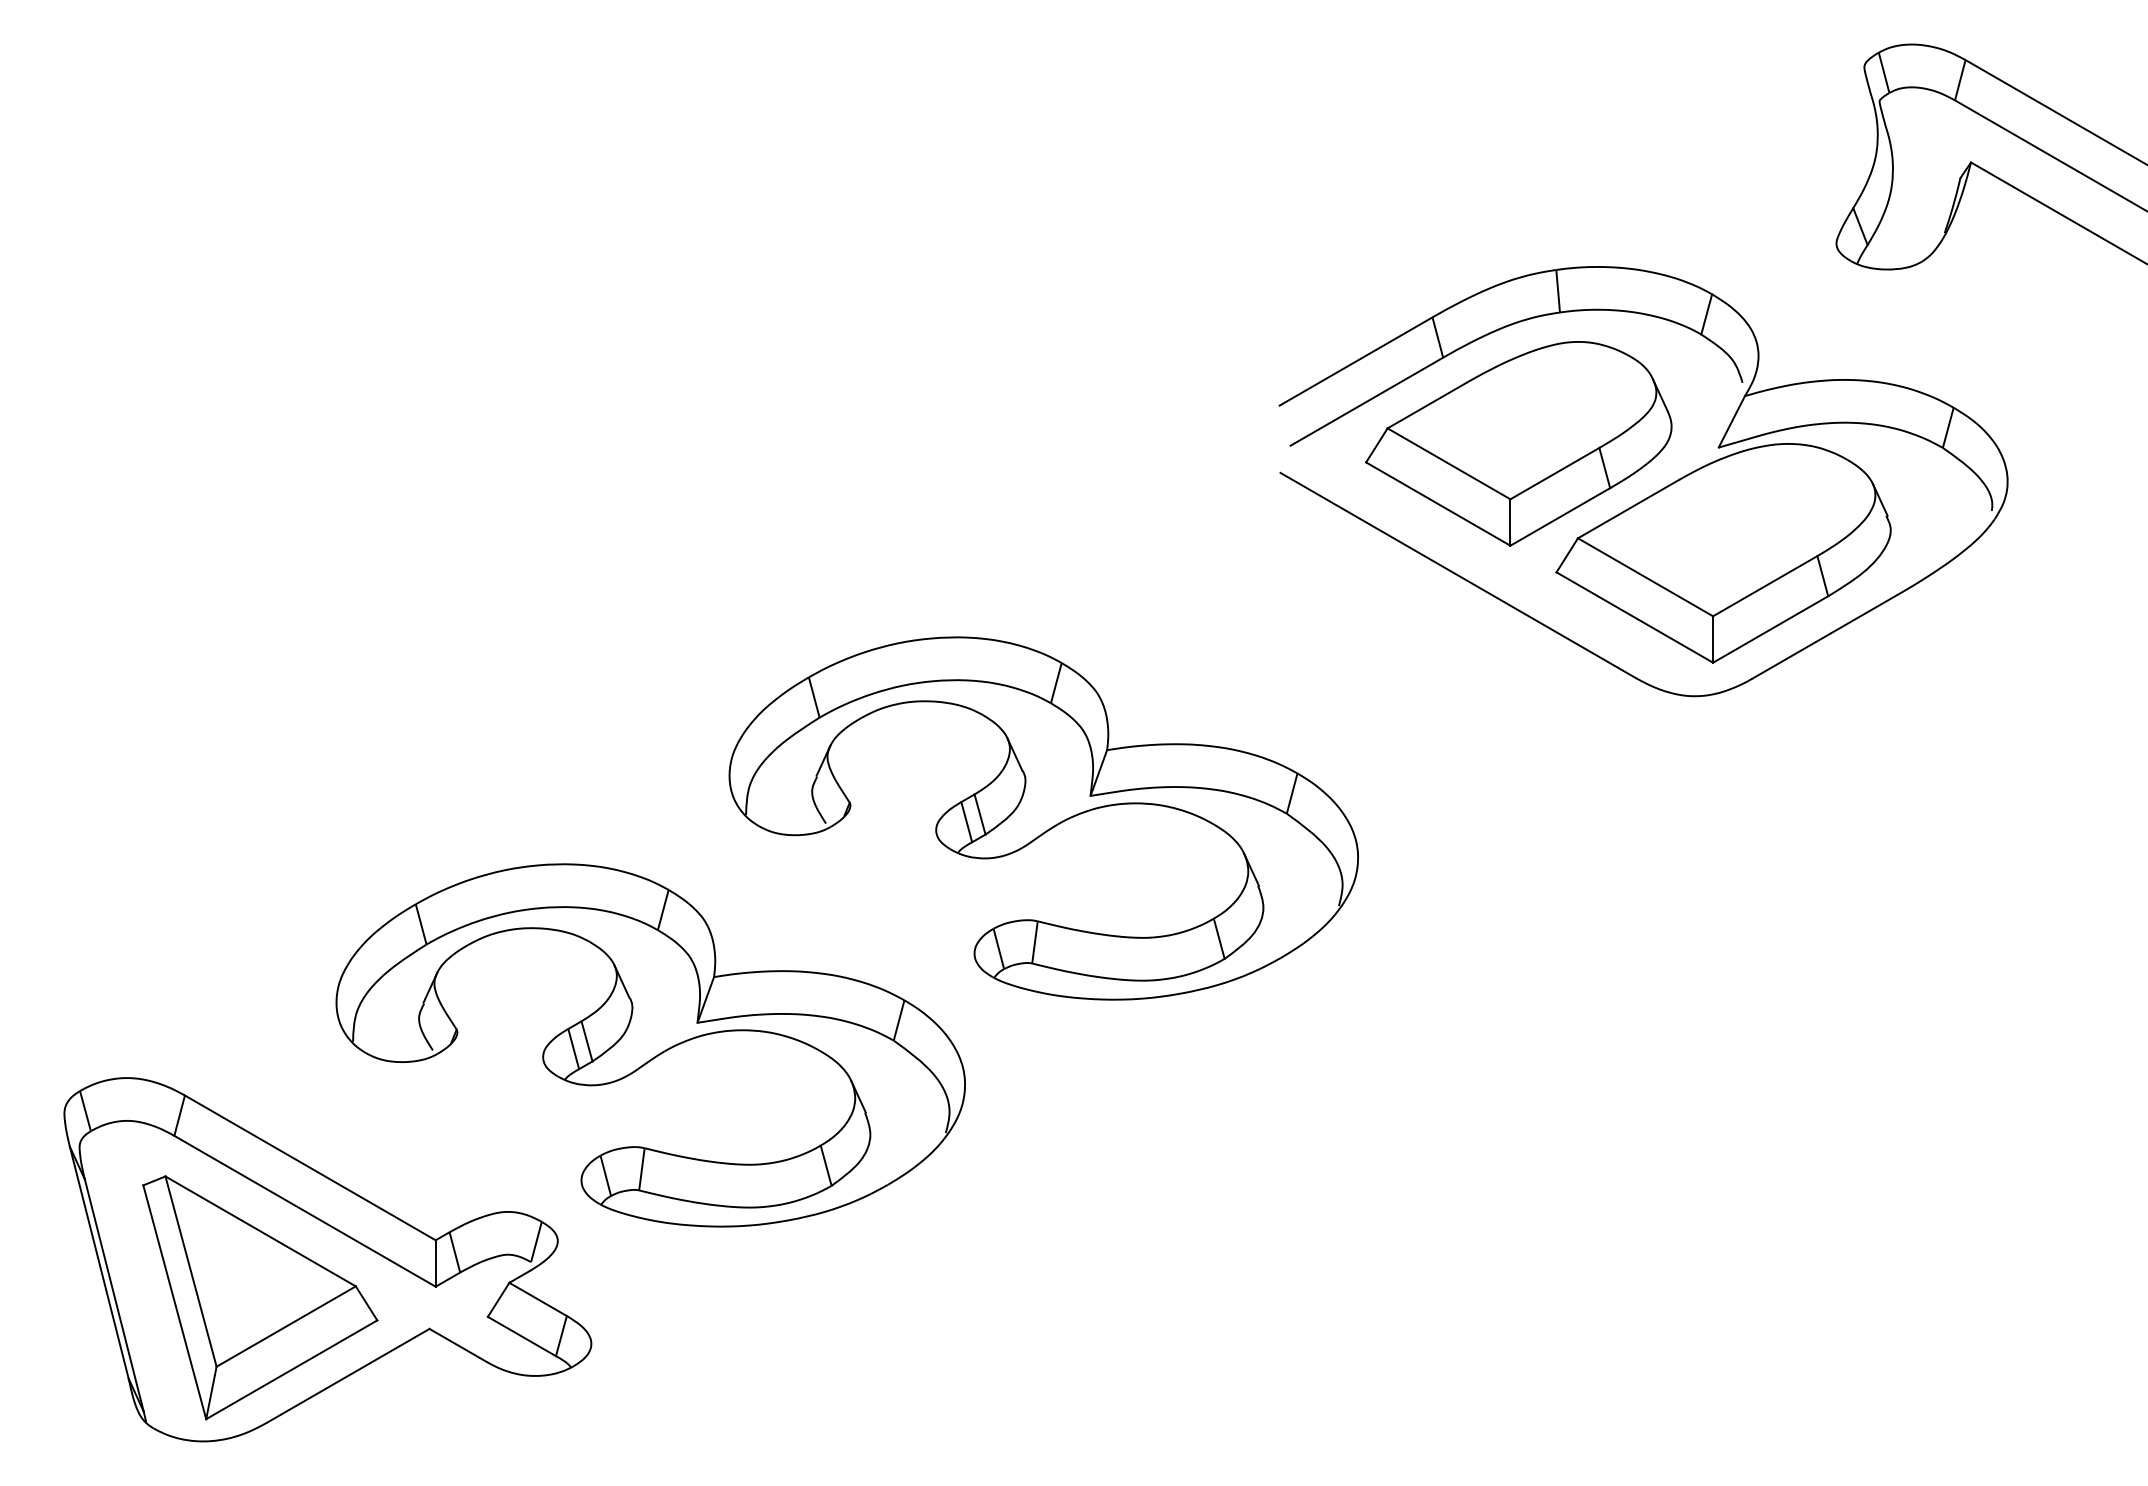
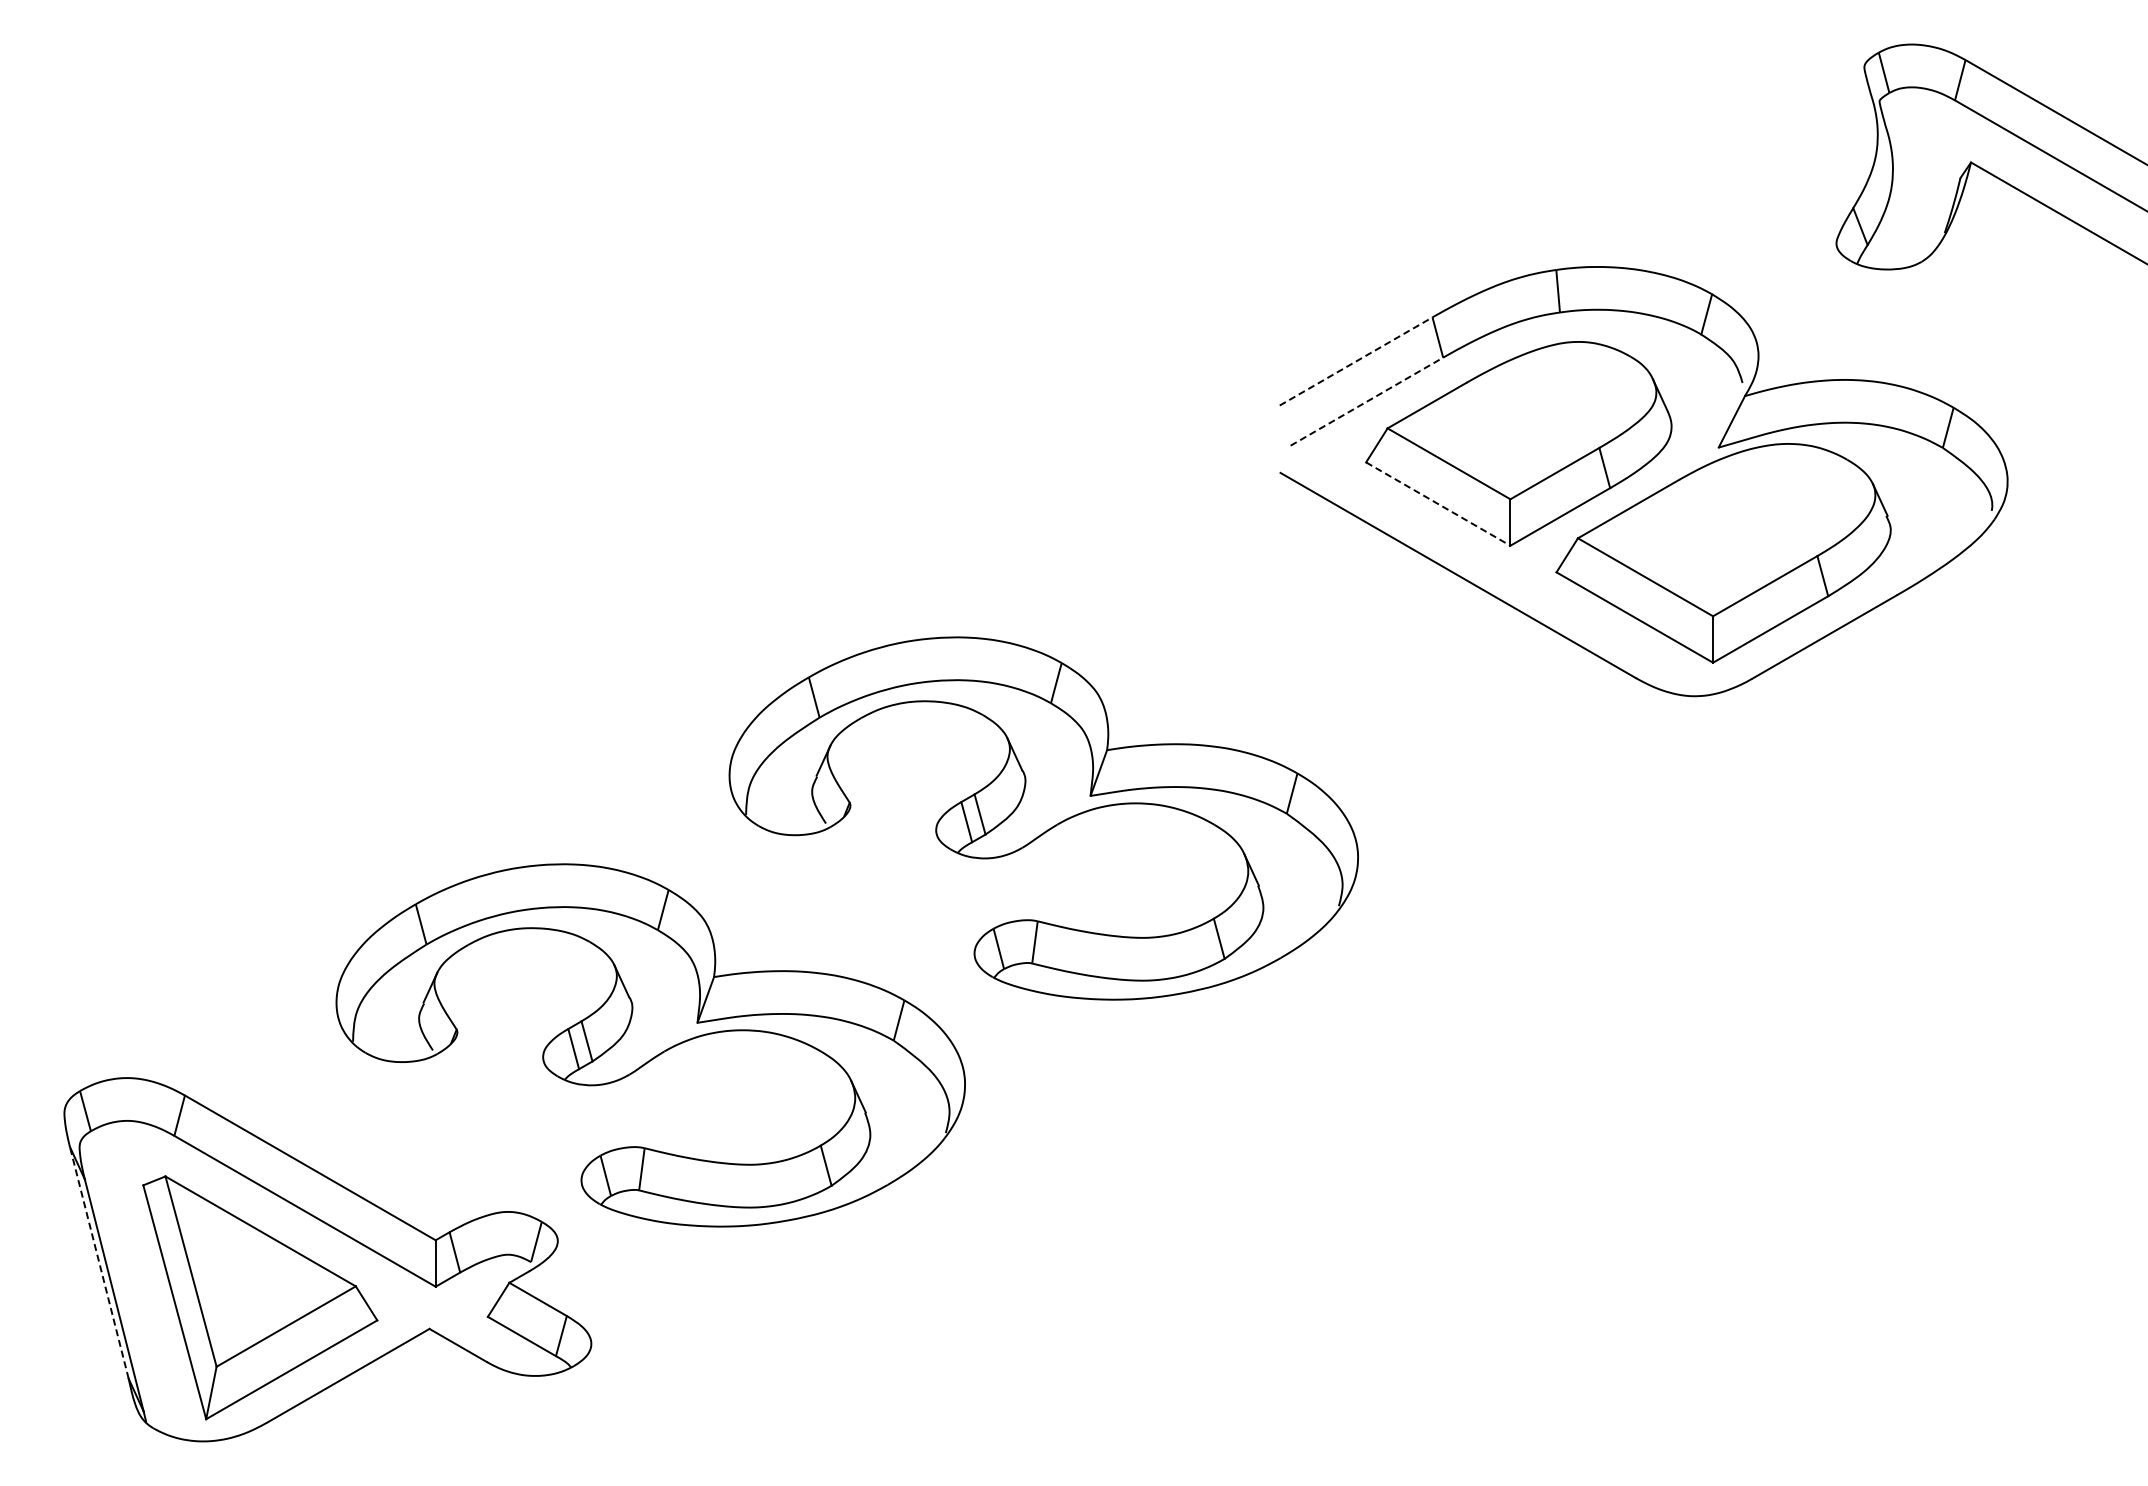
line at (1356, 361): solid -> dashed
line at (1367, 401): solid -> dashed
line at (1438, 504): solid -> dashed
line at (99, 1262): solid -> dashed
